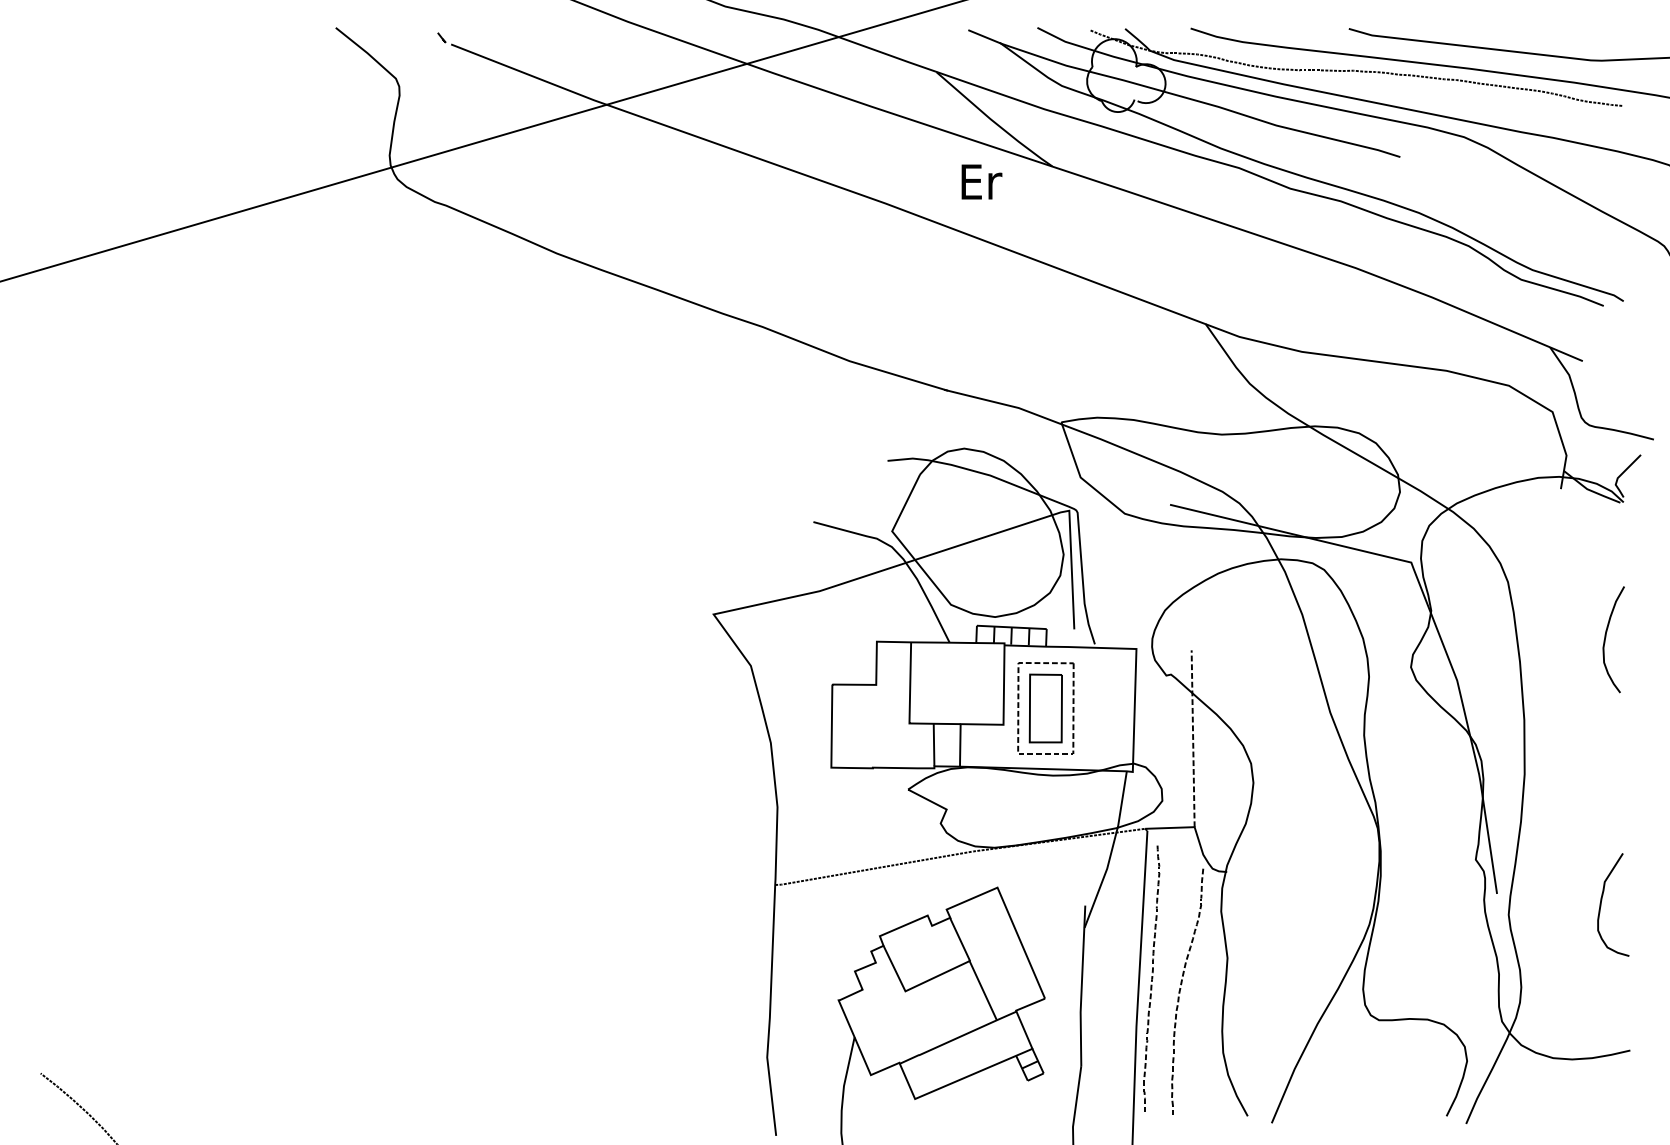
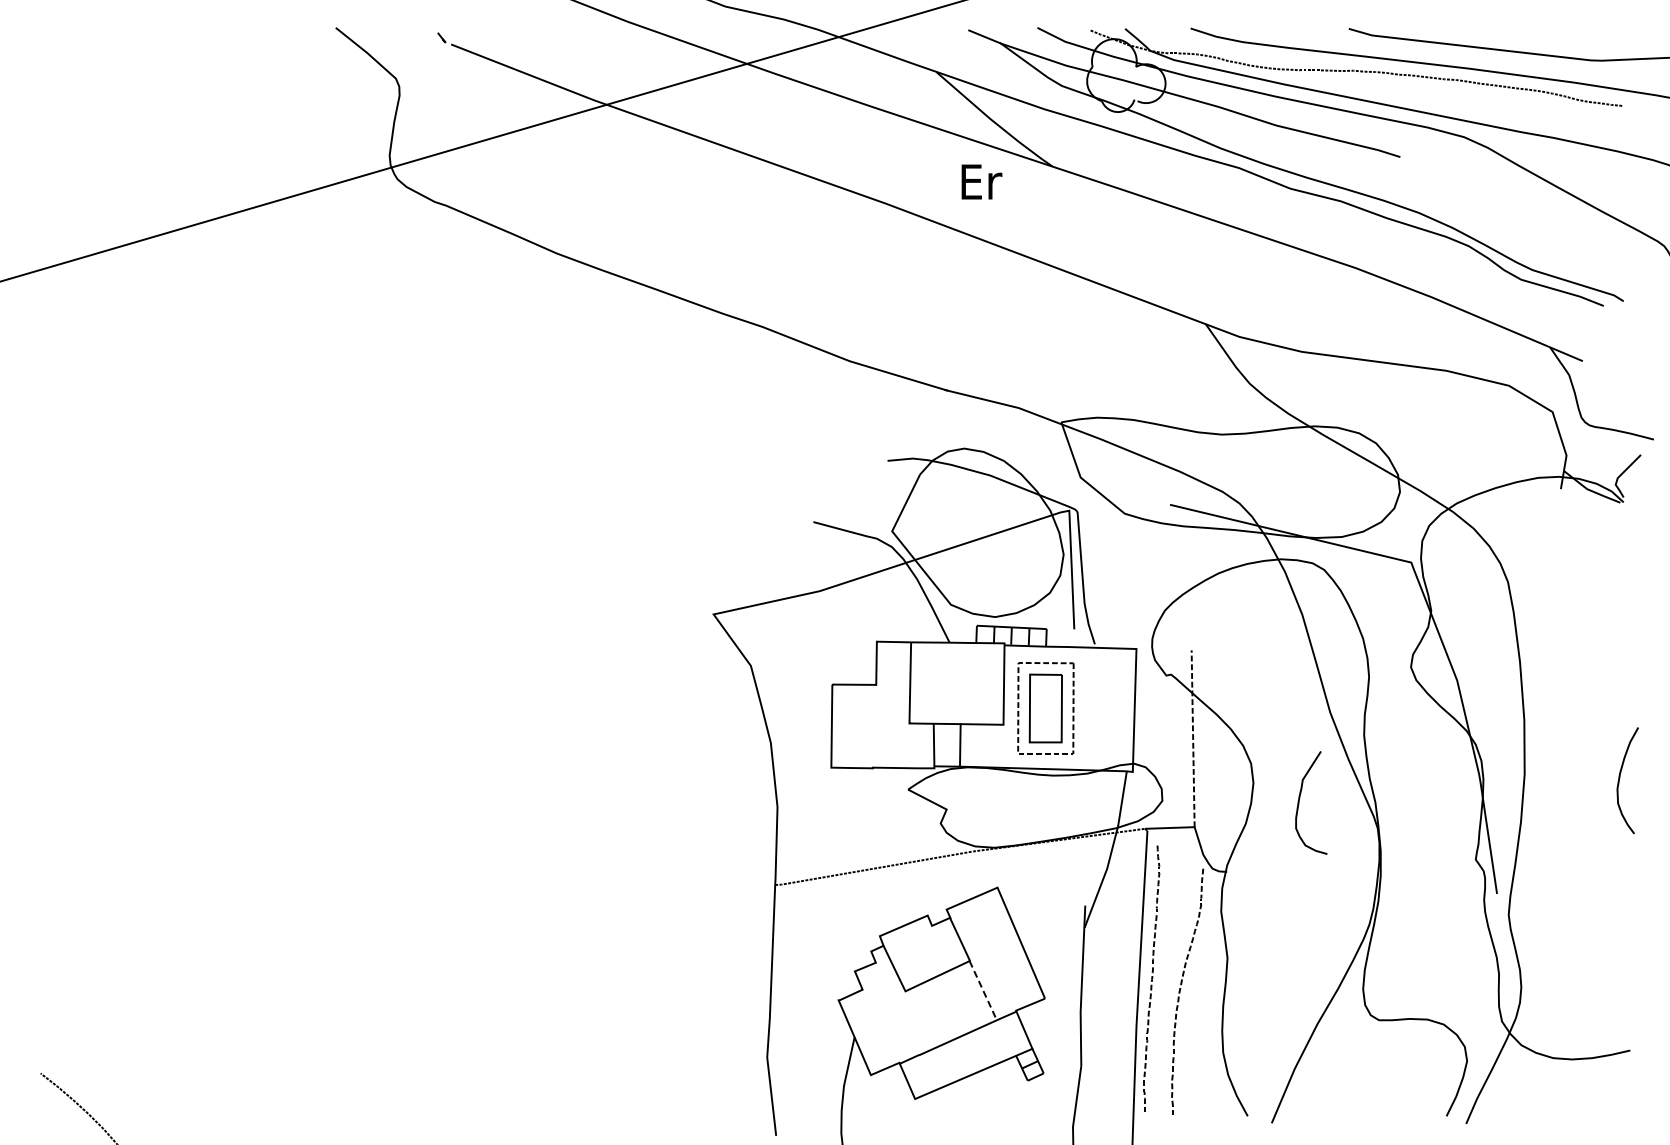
curve at (1606, 637) position: (1606, 637) -> (1620, 778)
curve at (1602, 900) position: (1602, 900) -> (1300, 798)
line at (983, 990): solid -> dashed
